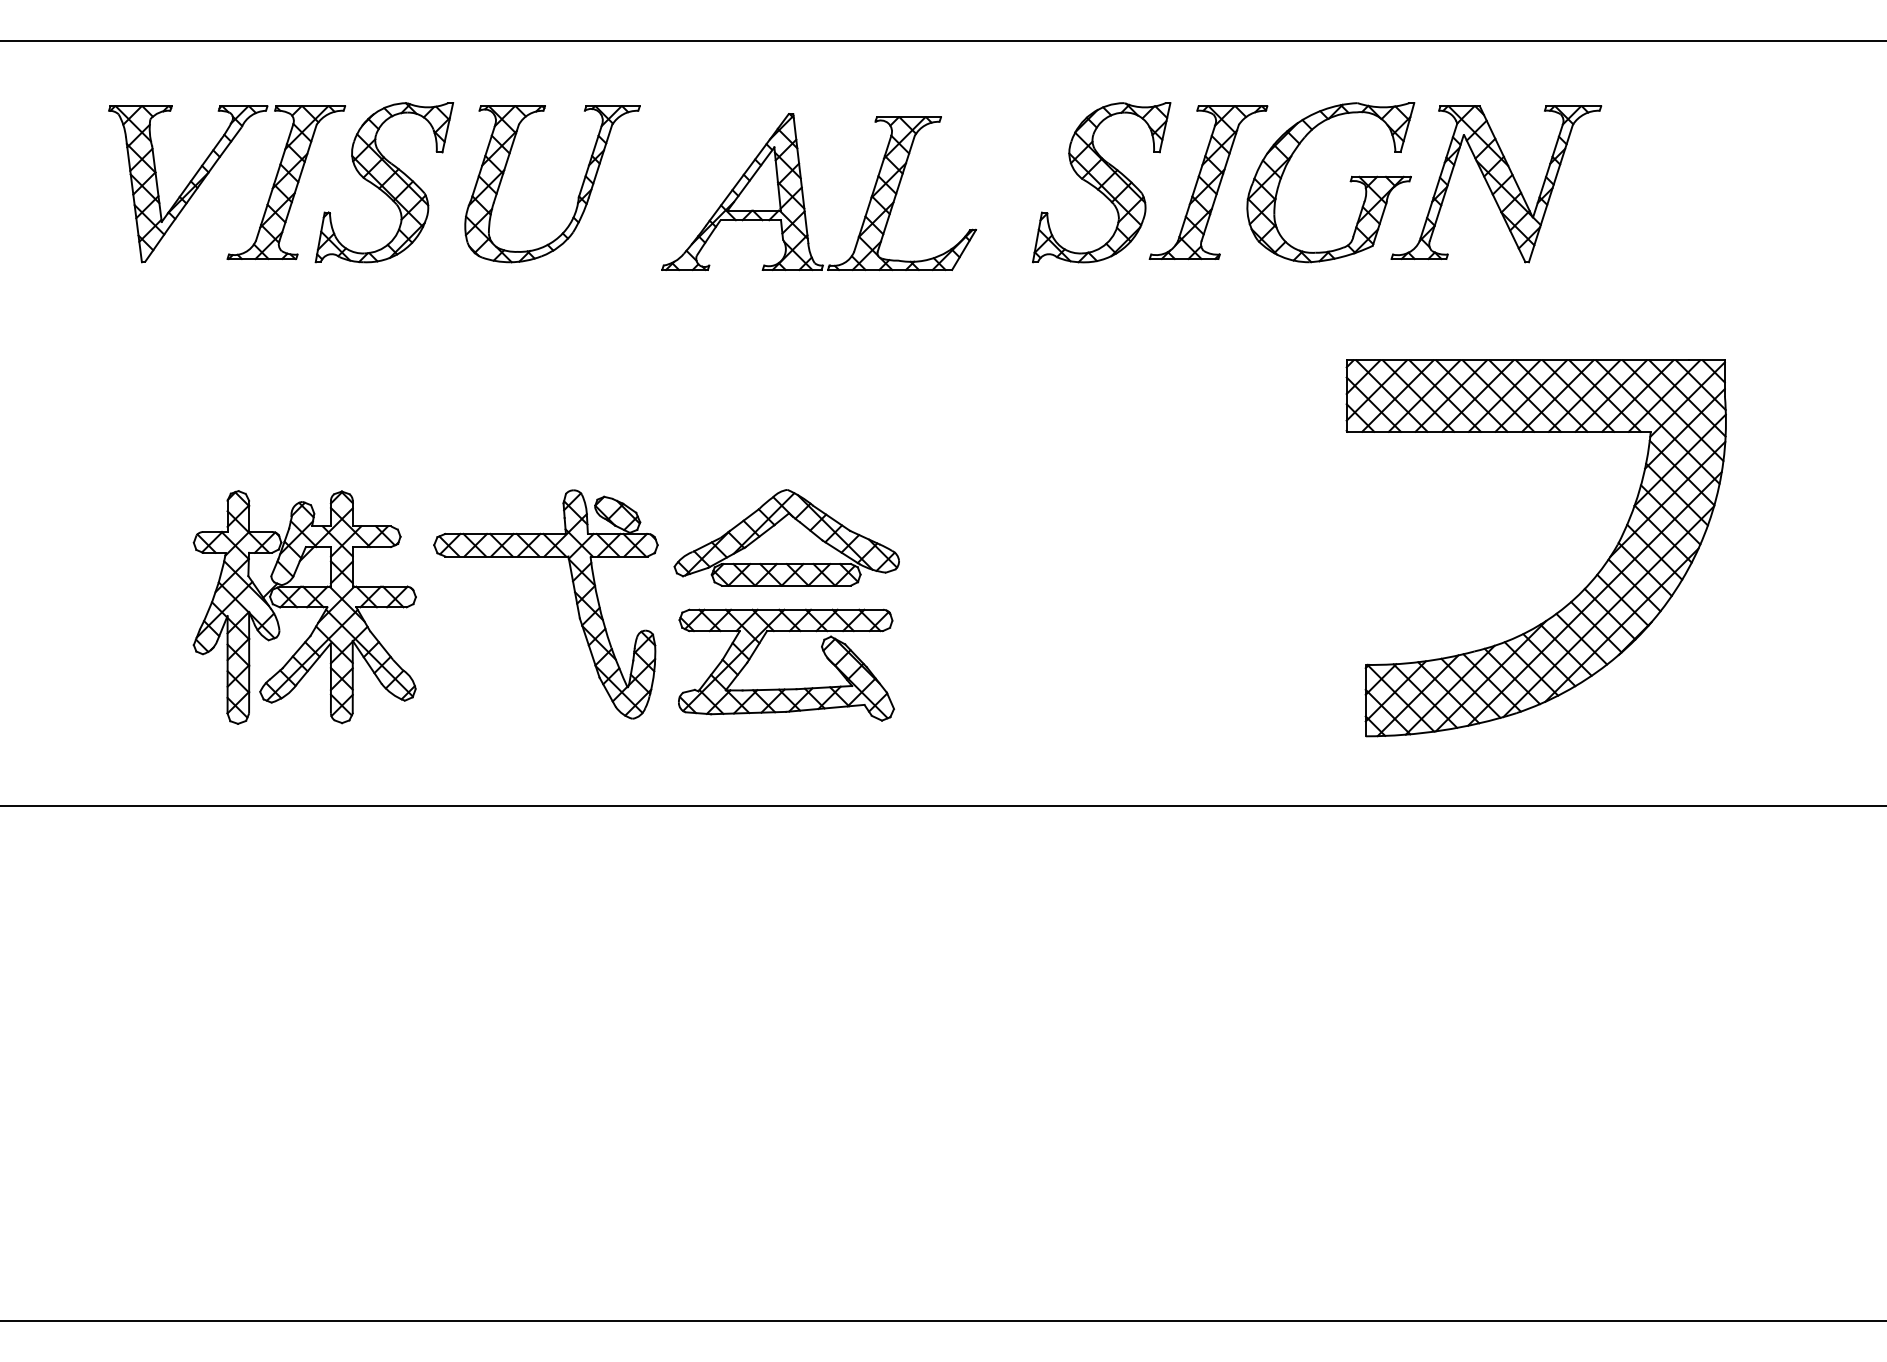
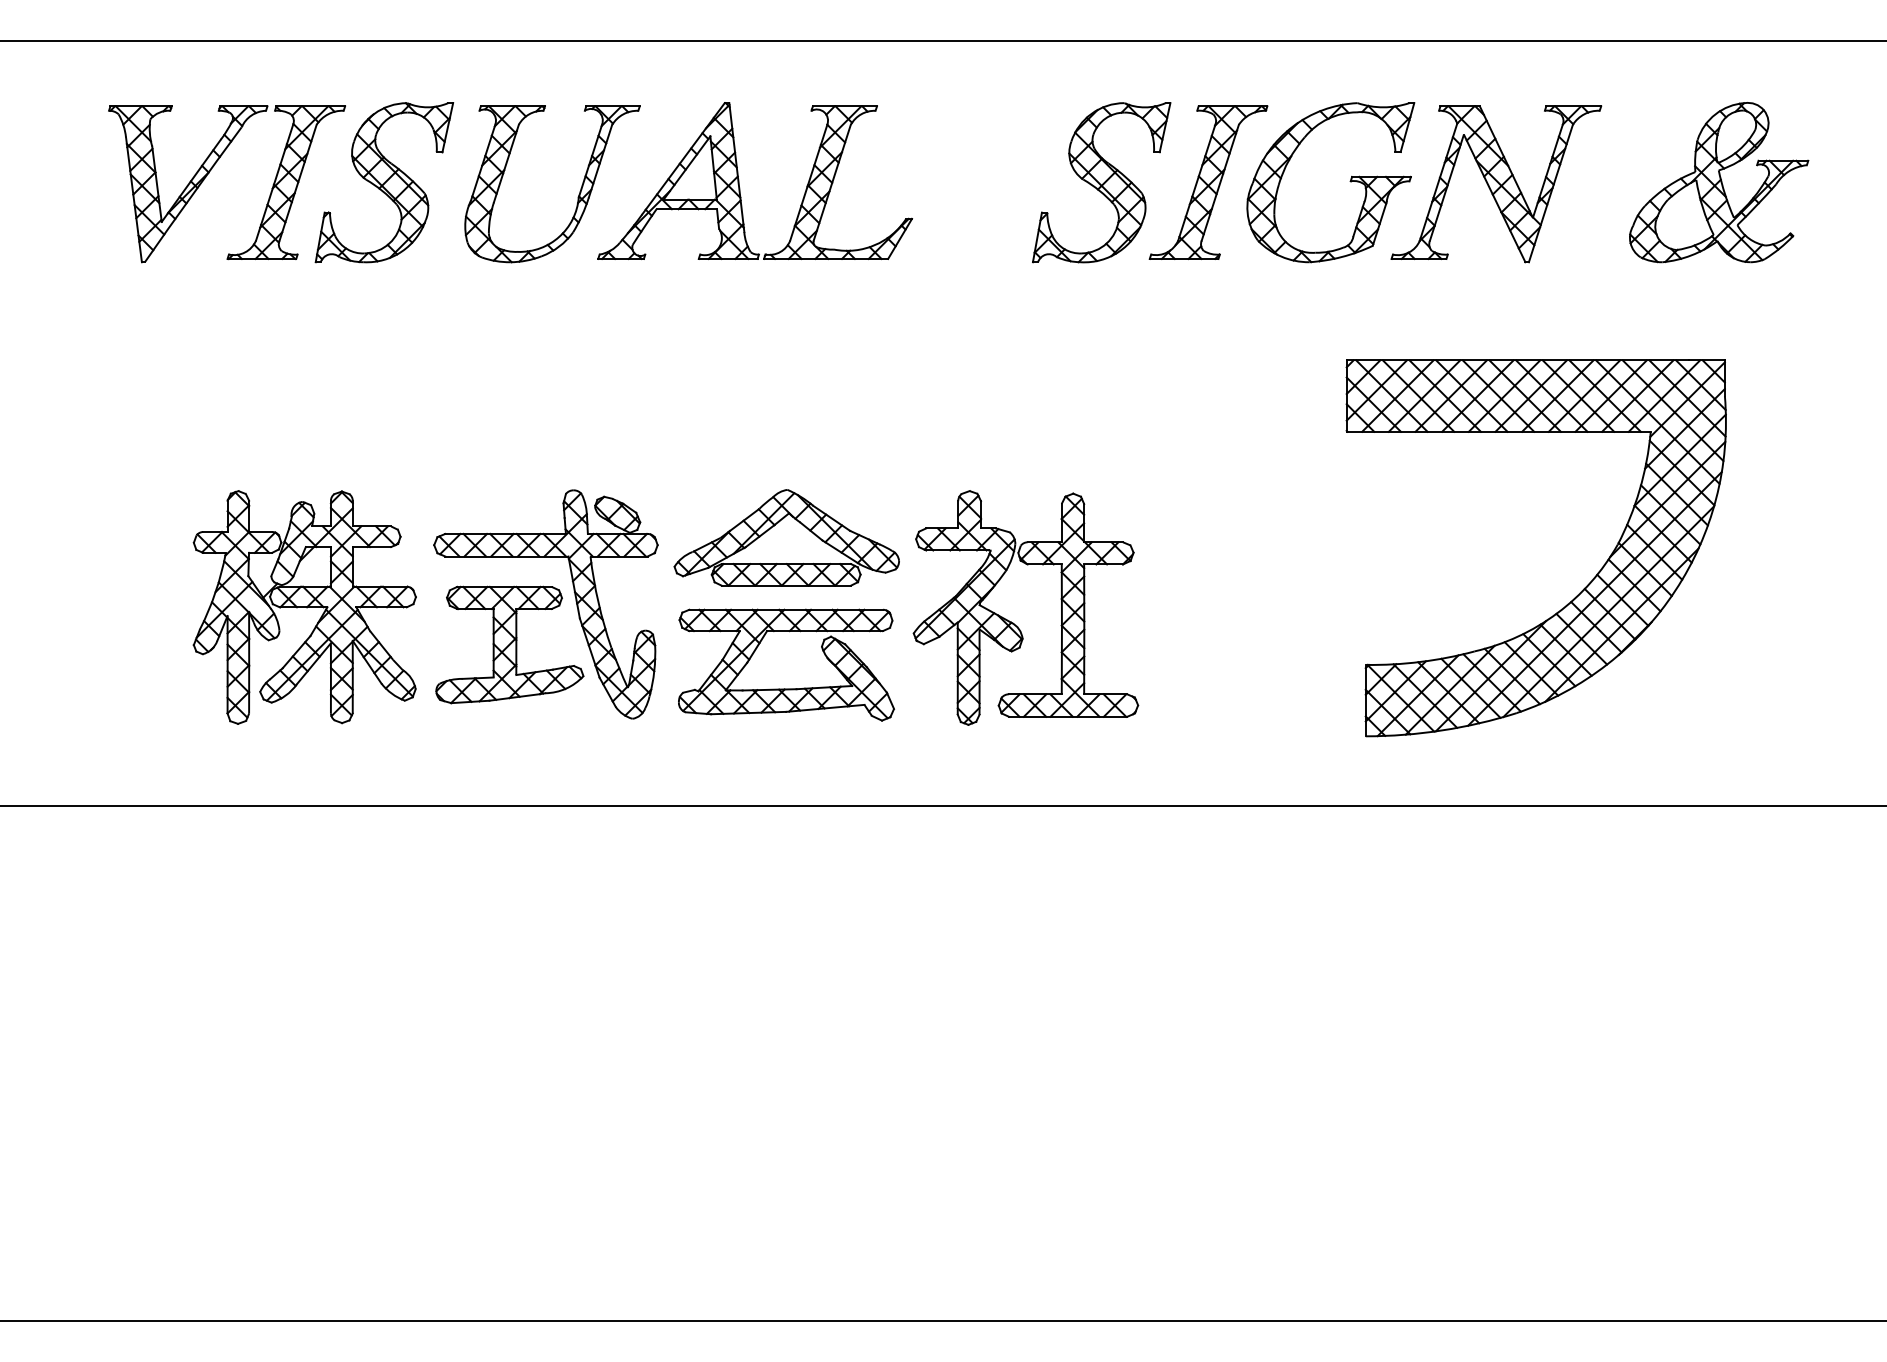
part at (1719, 182): none -> present
part at (803, 191) position: (803, 191) -> (739, 180)
part at (1013, 622): none -> present
part at (509, 644): none -> present
